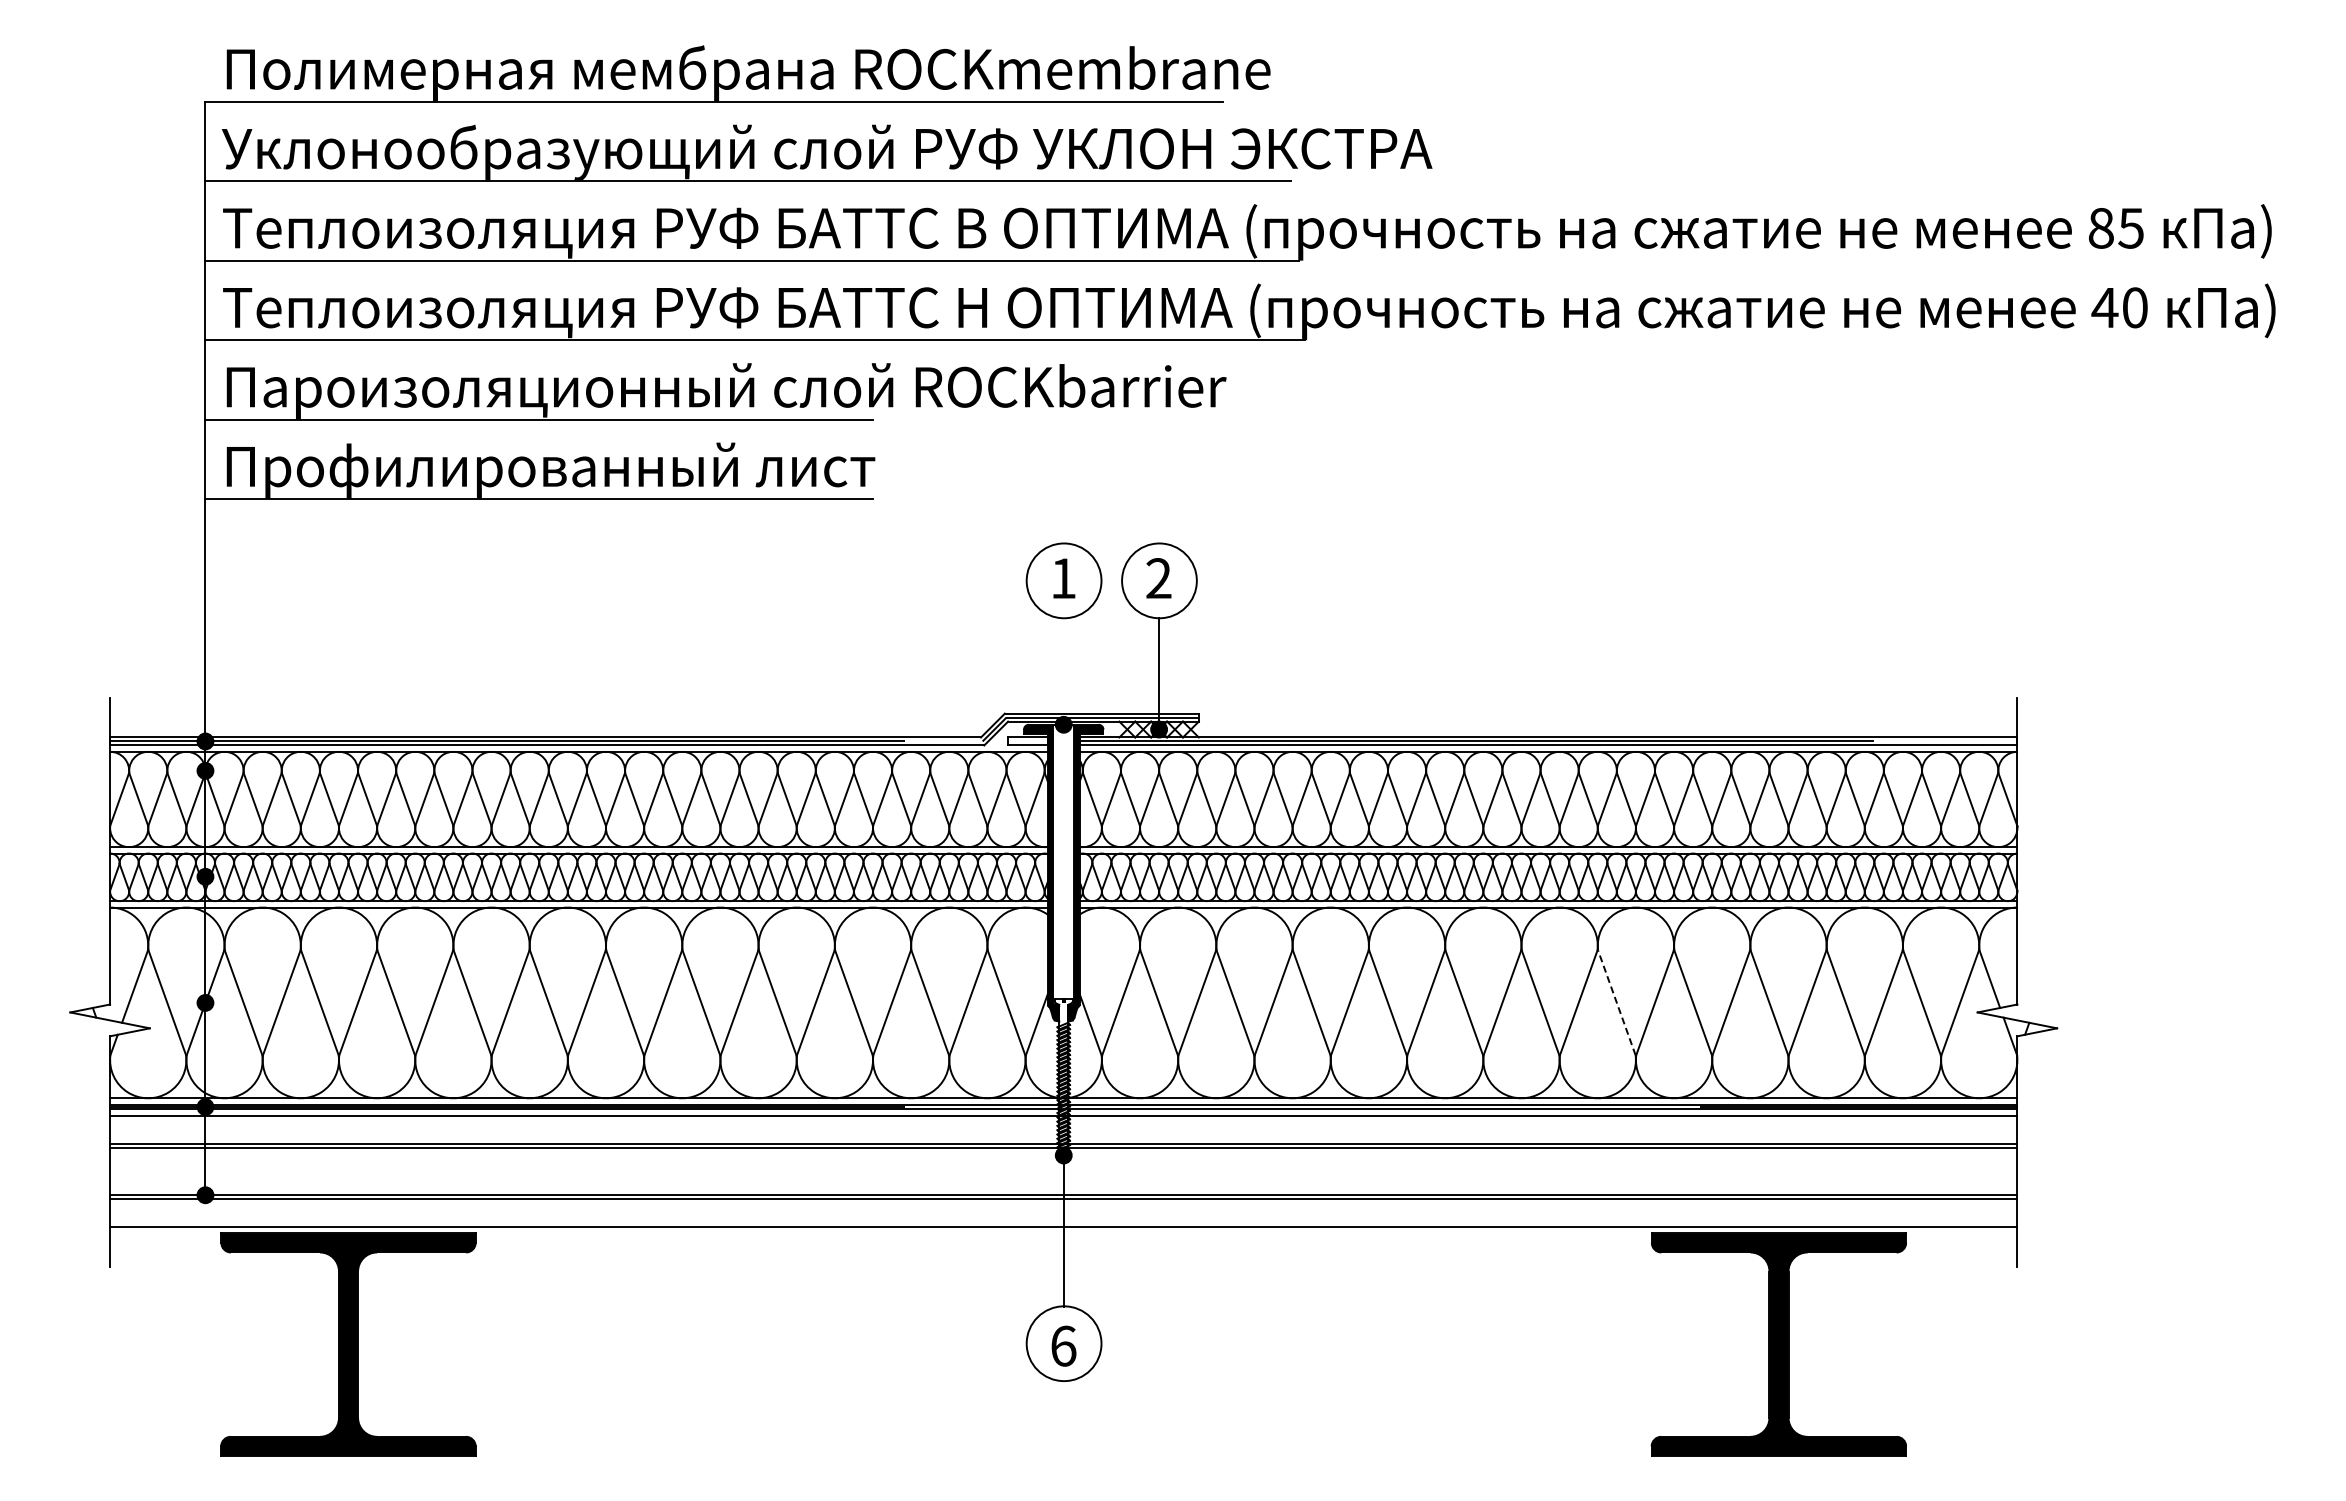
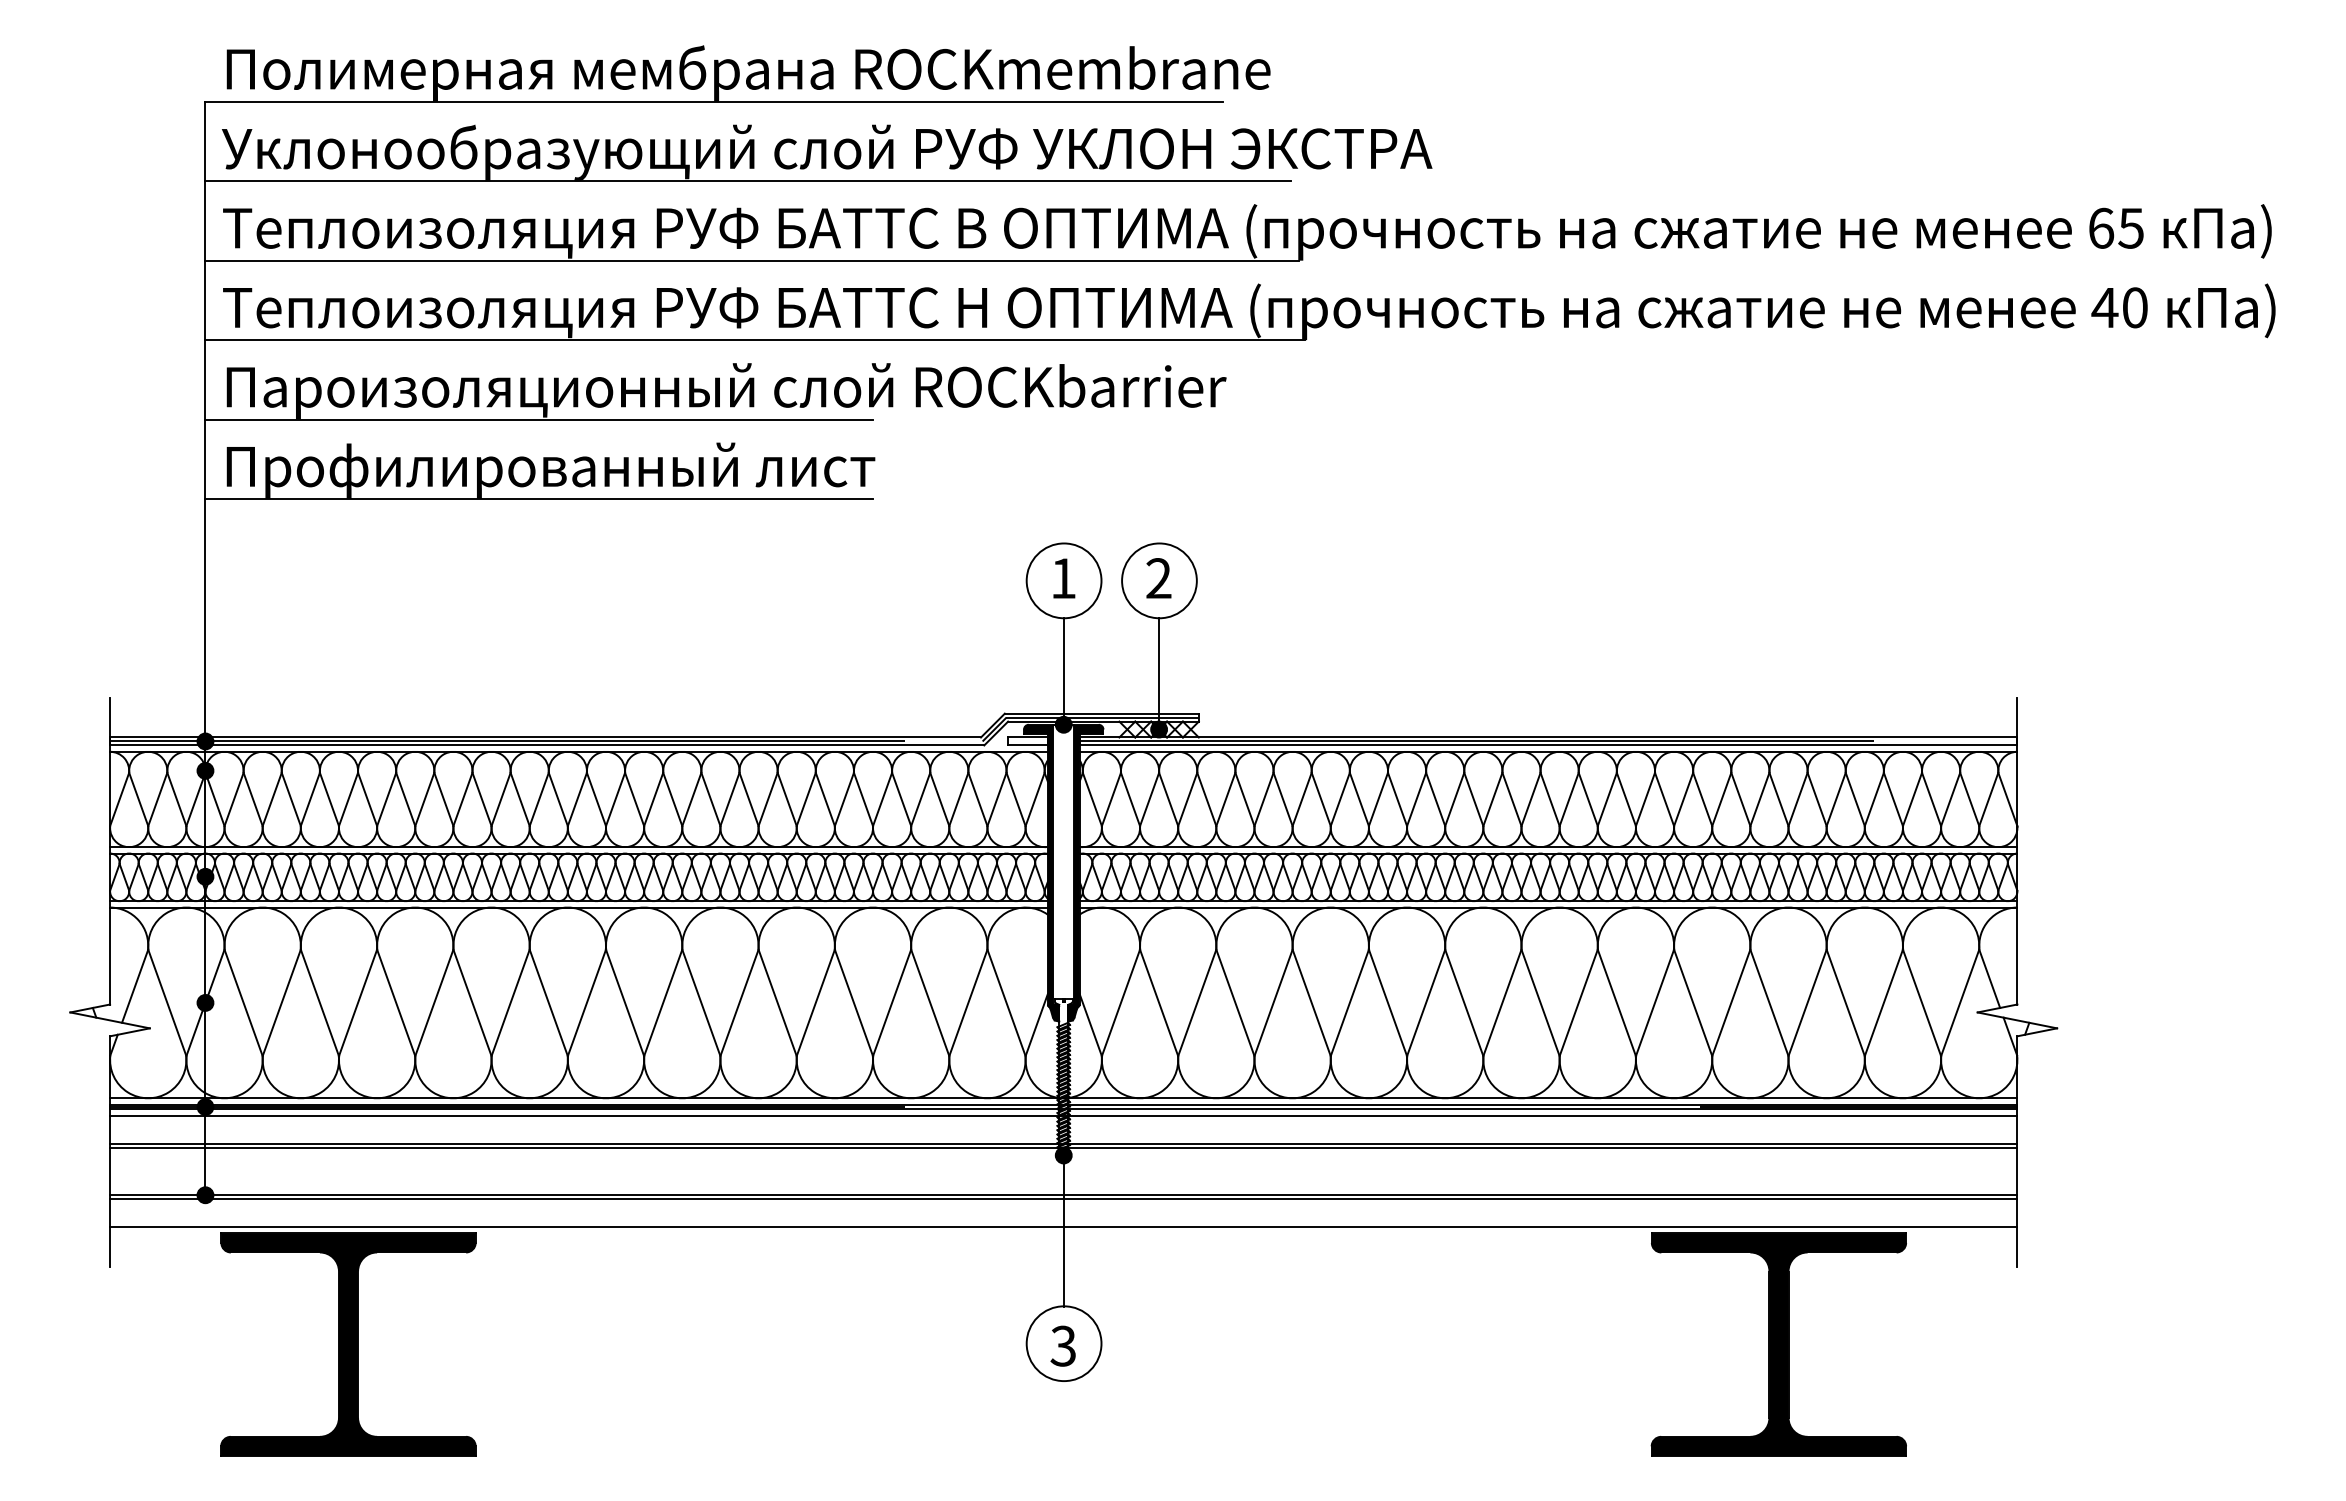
text at (2101, 227): 85 -> 65
line at (1063, 671): none -> present
line at (1616, 1002): dashed -> solid
text at (1063, 1345): 6 -> 3
